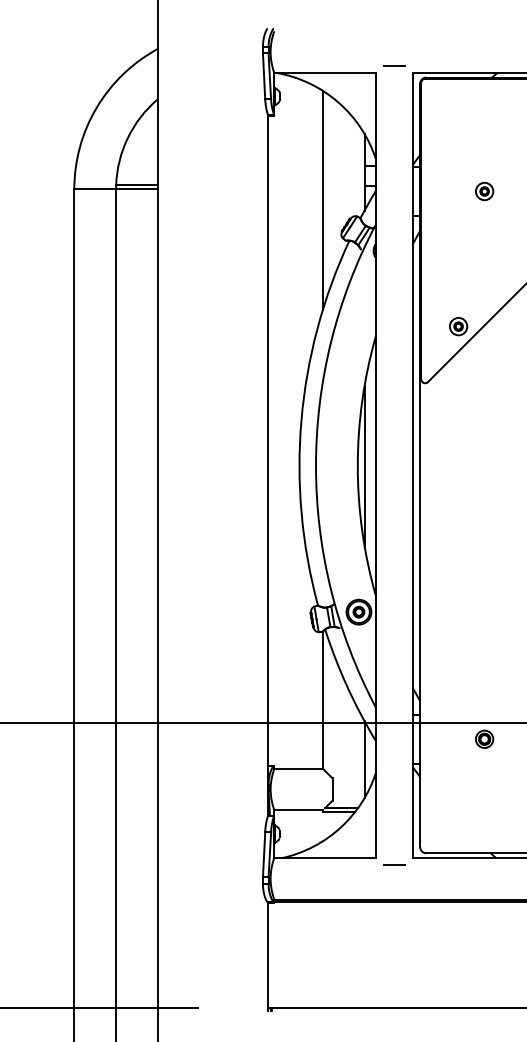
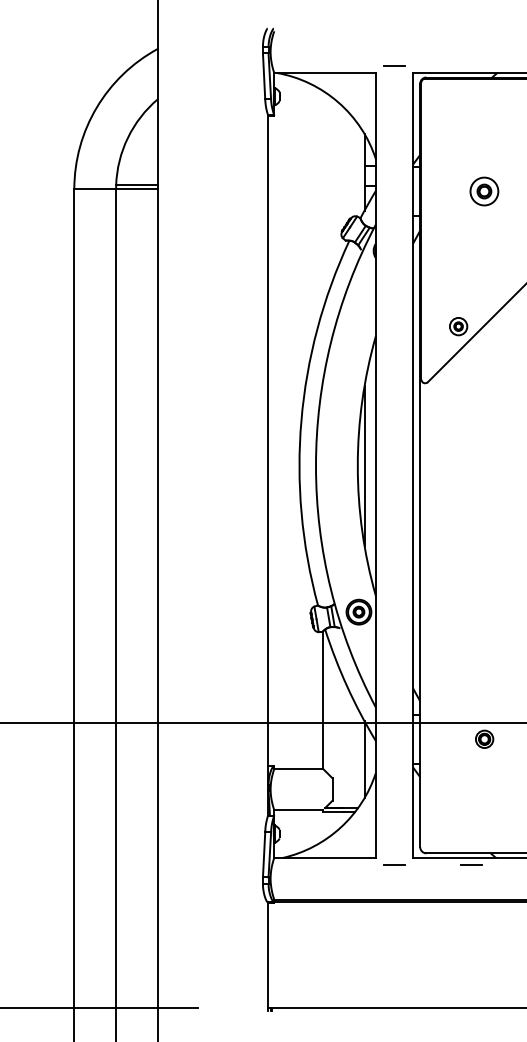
part at (484, 191) size: 20x21 px -> 31x31 px
line at (322, 199): present -> none
line at (471, 864): none -> present
